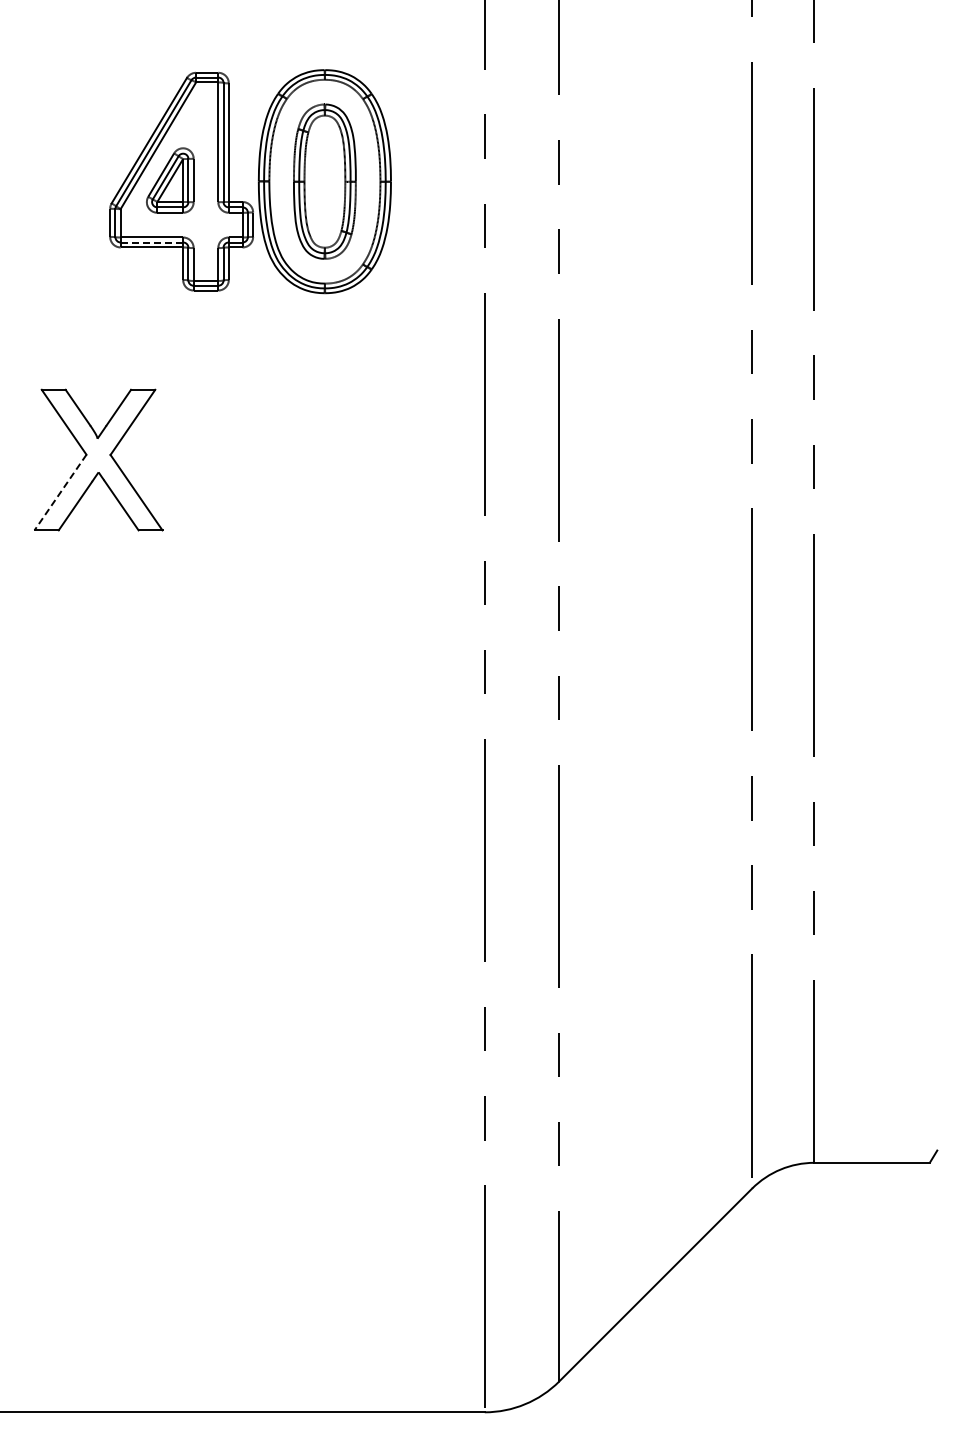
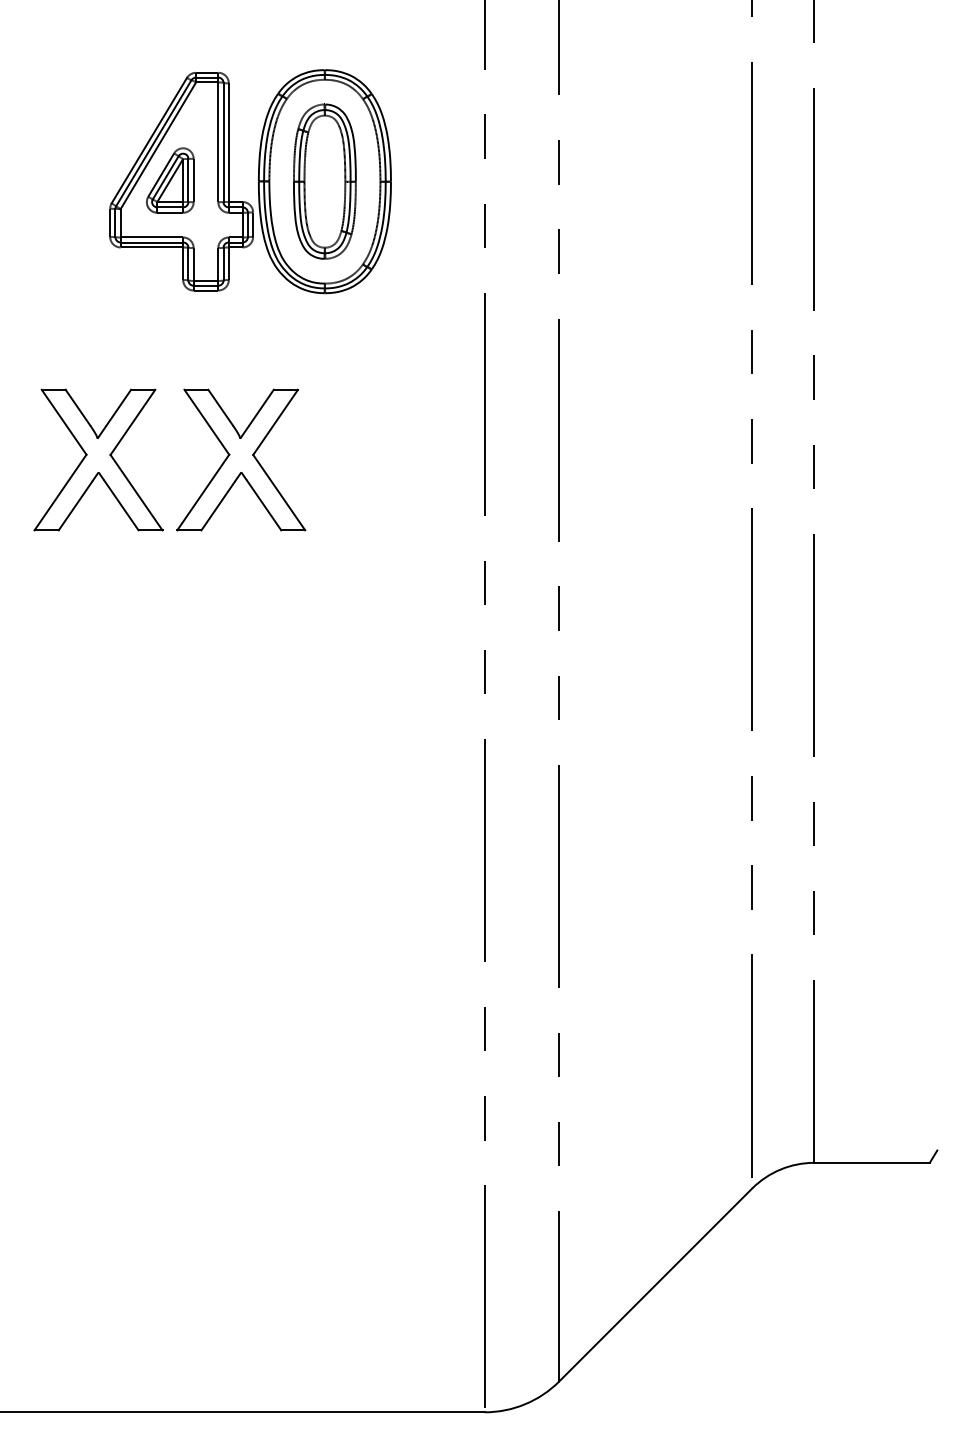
line at (151, 242): dashed -> solid
part at (241, 459): none -> present
line at (60, 492): dashed -> solid
